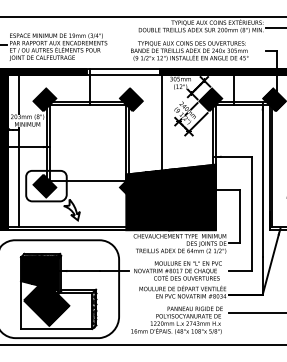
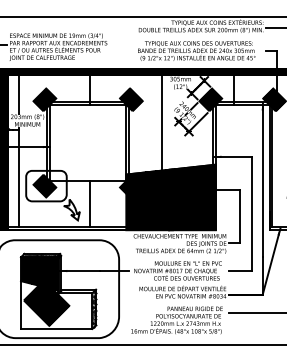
text at (189, 50) position: (189, 50) -> (196, 50)
hatch at (123, 71): none -> present
line at (90, 204): none -> present
